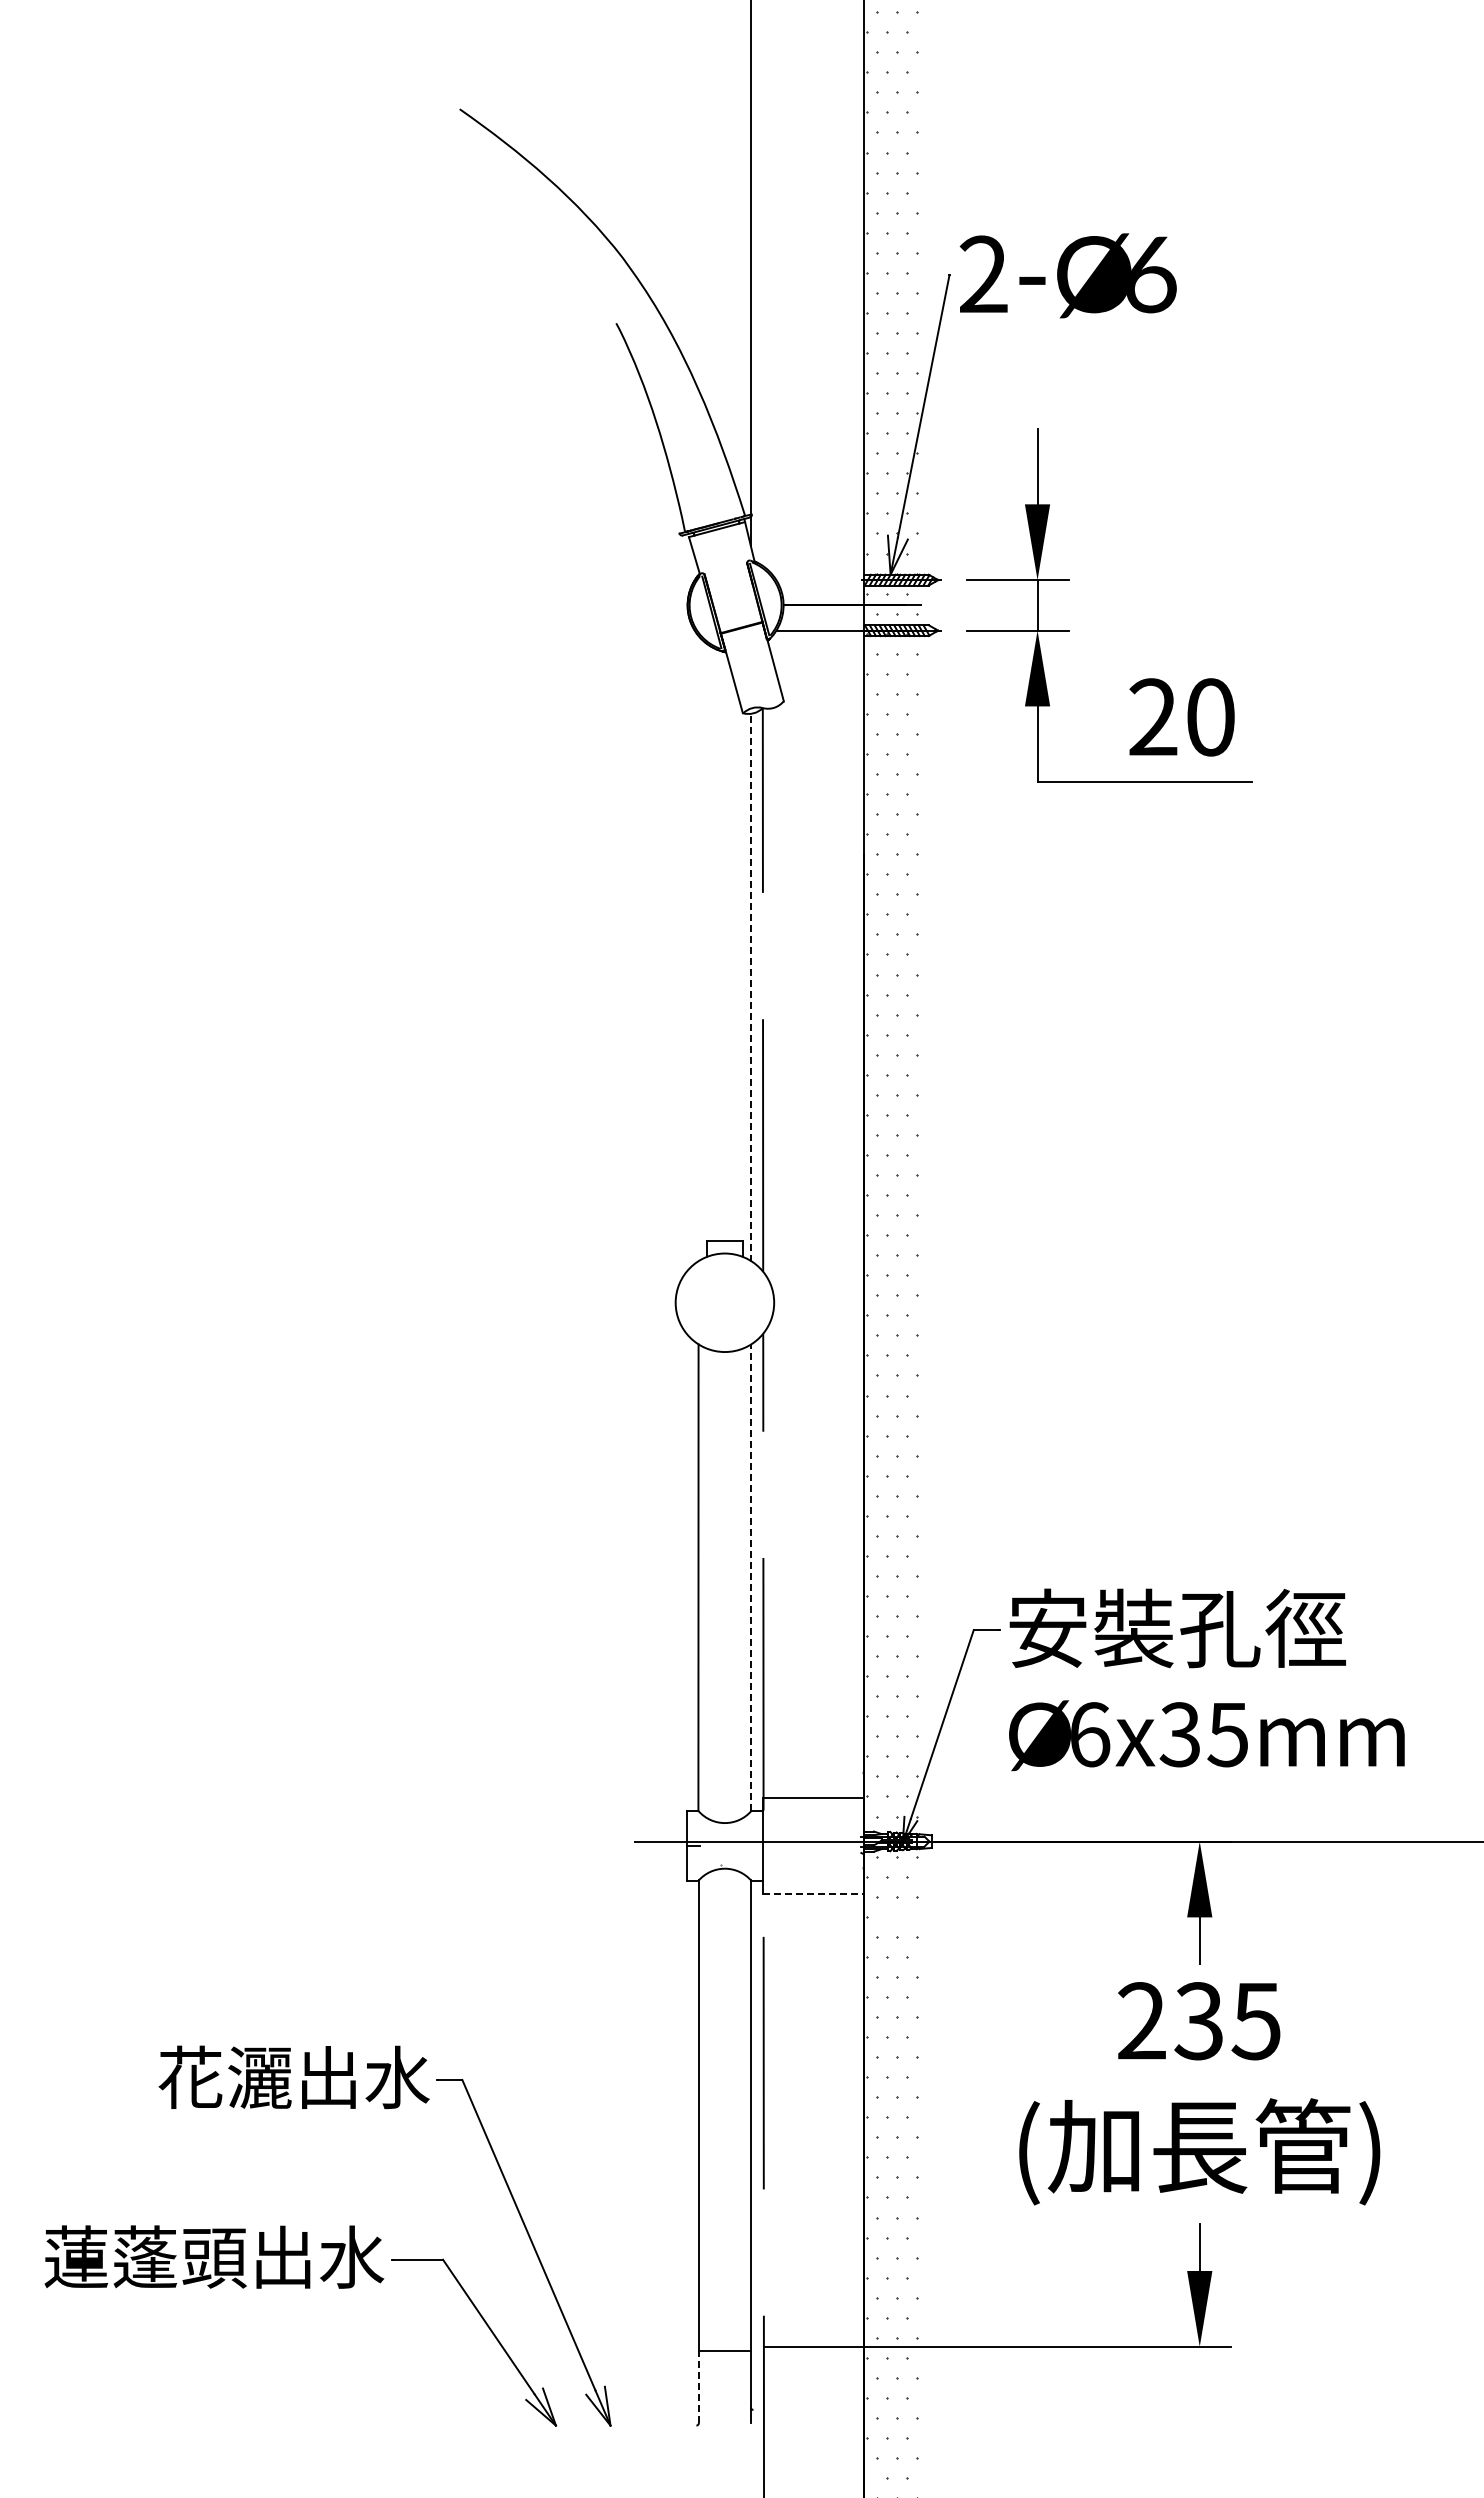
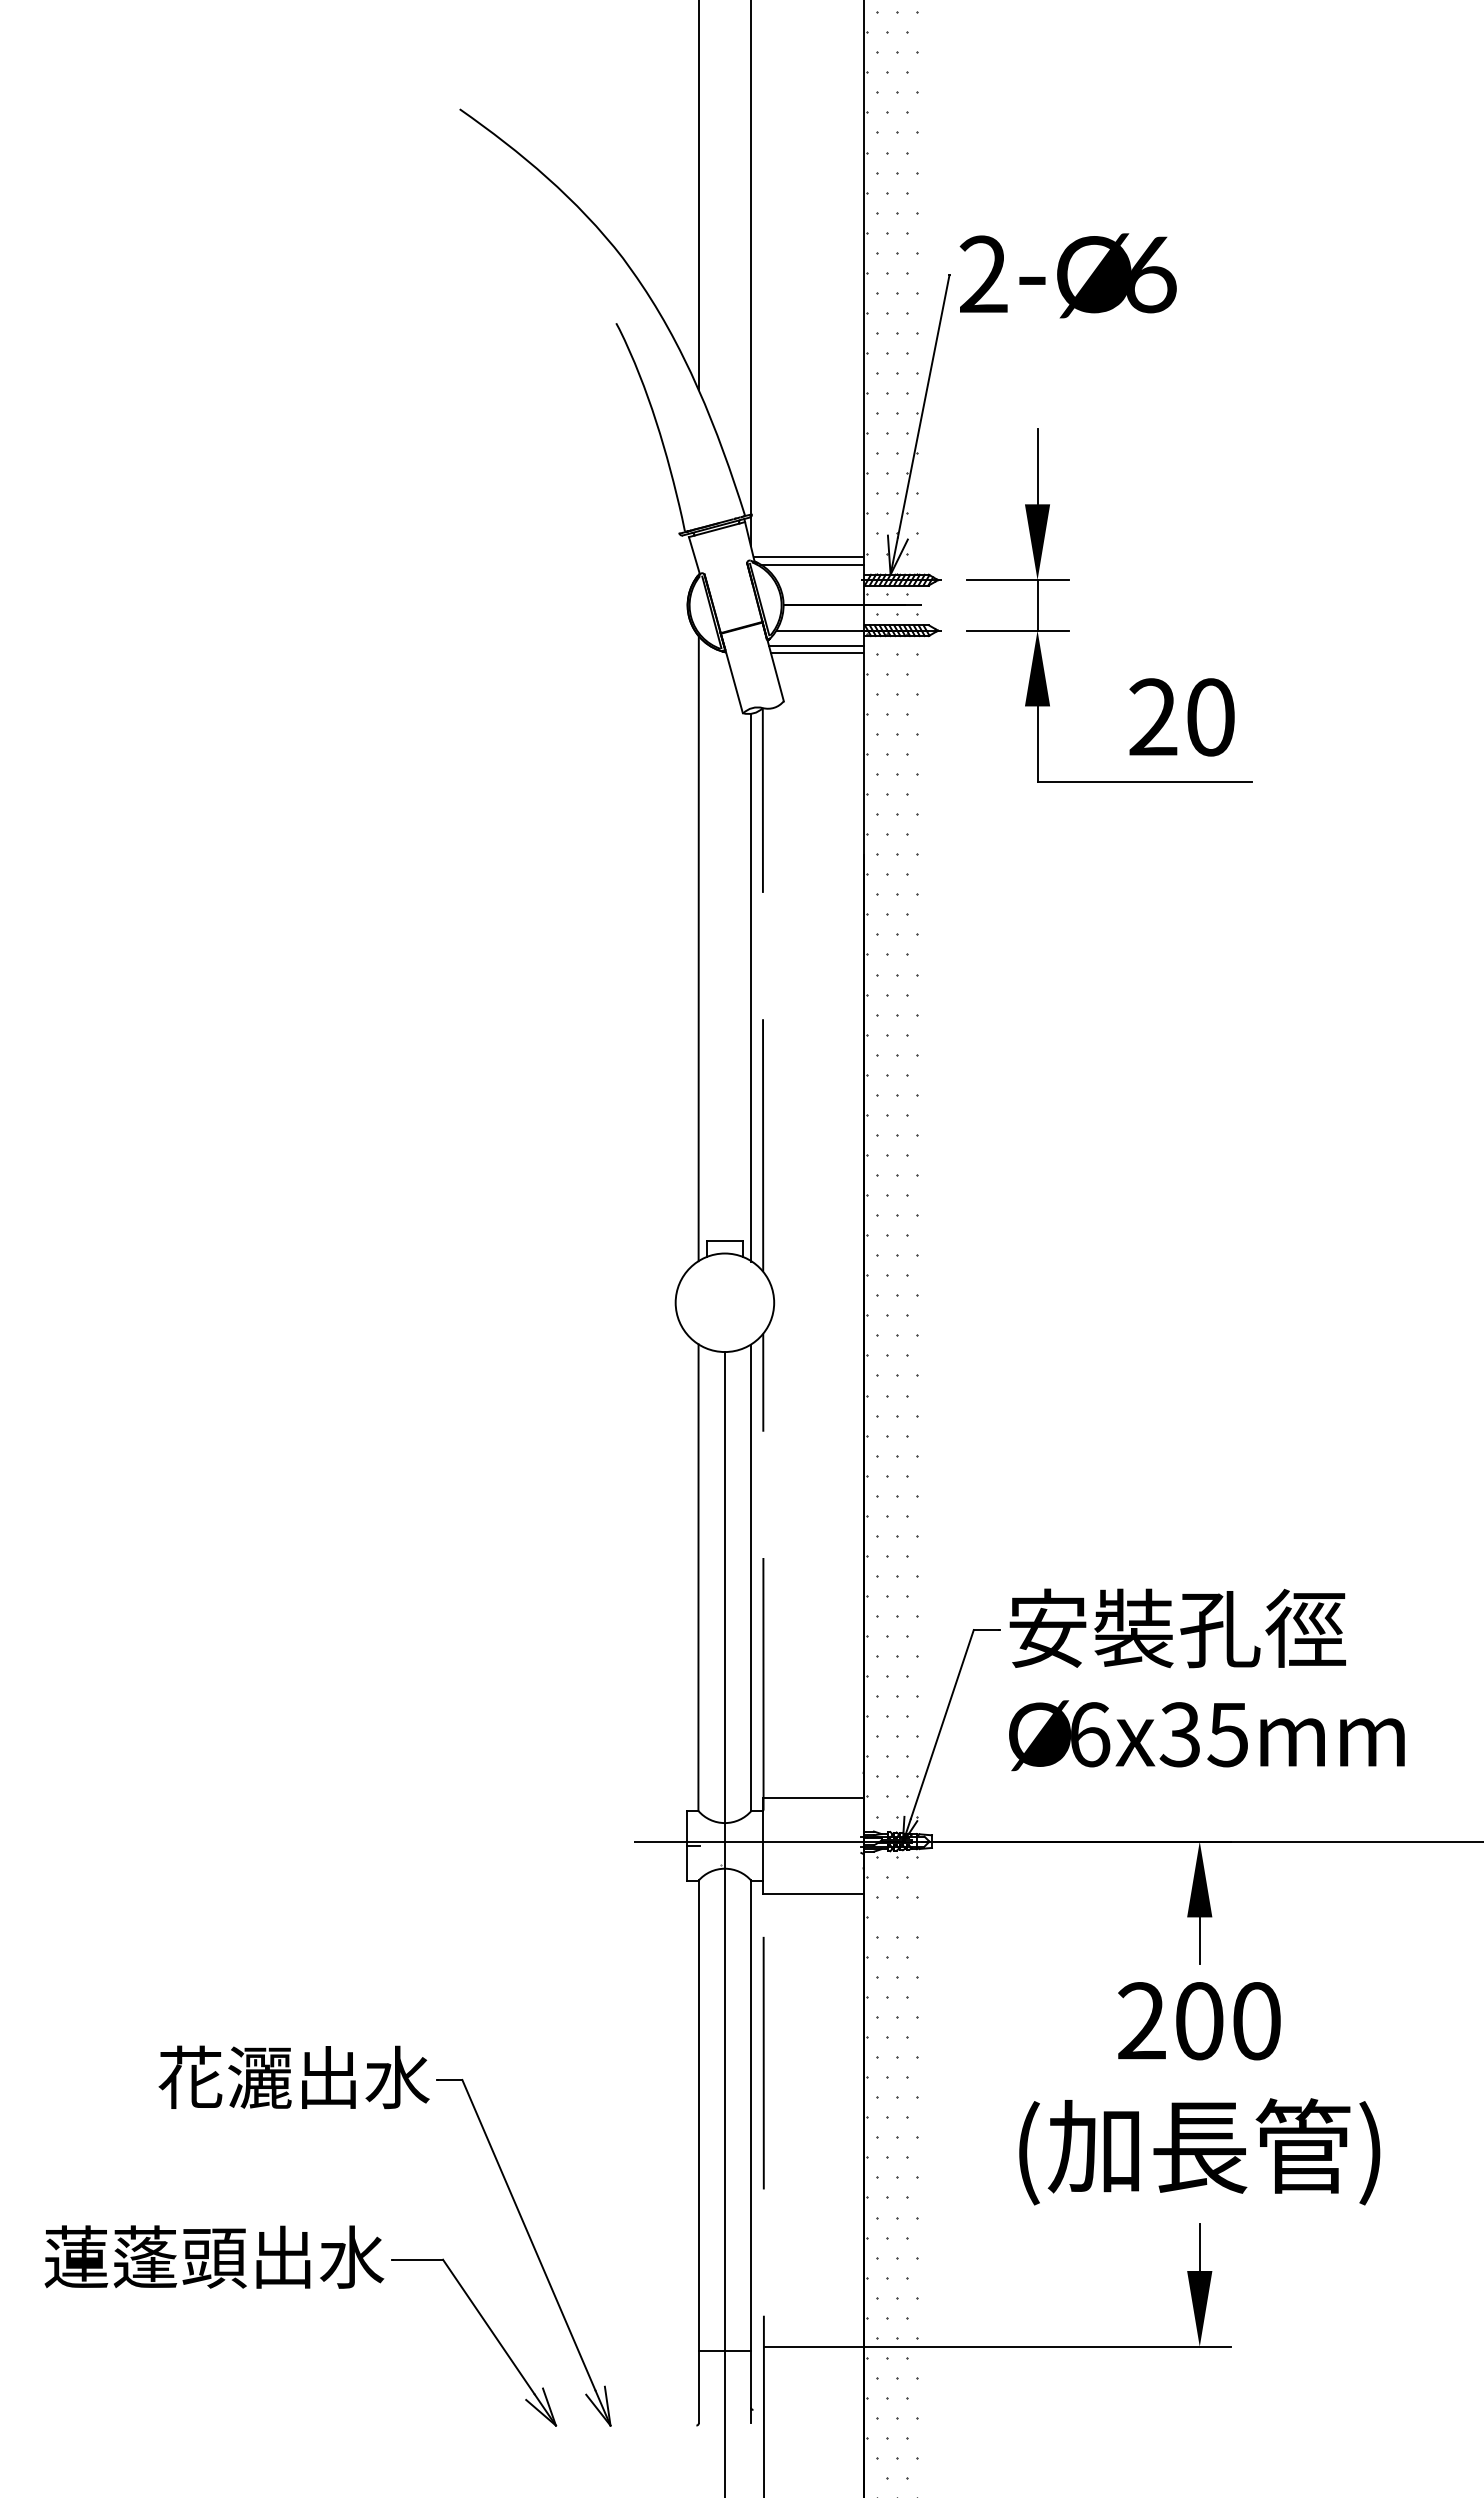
line at (698, 196): none -> present
line at (807, 557): none -> present
line at (812, 564): none -> present
line at (815, 645): none -> present
line at (816, 653): none -> present
line at (698, 948): none -> present
line at (750, 987): dashed -> solid
line at (750, 1577): dashed -> solid
line at (813, 1893): dashed -> solid
line at (724, 1923): none -> present
text at (1227, 2021): 235 -> 200
line at (698, 2386): dashed -> solid
